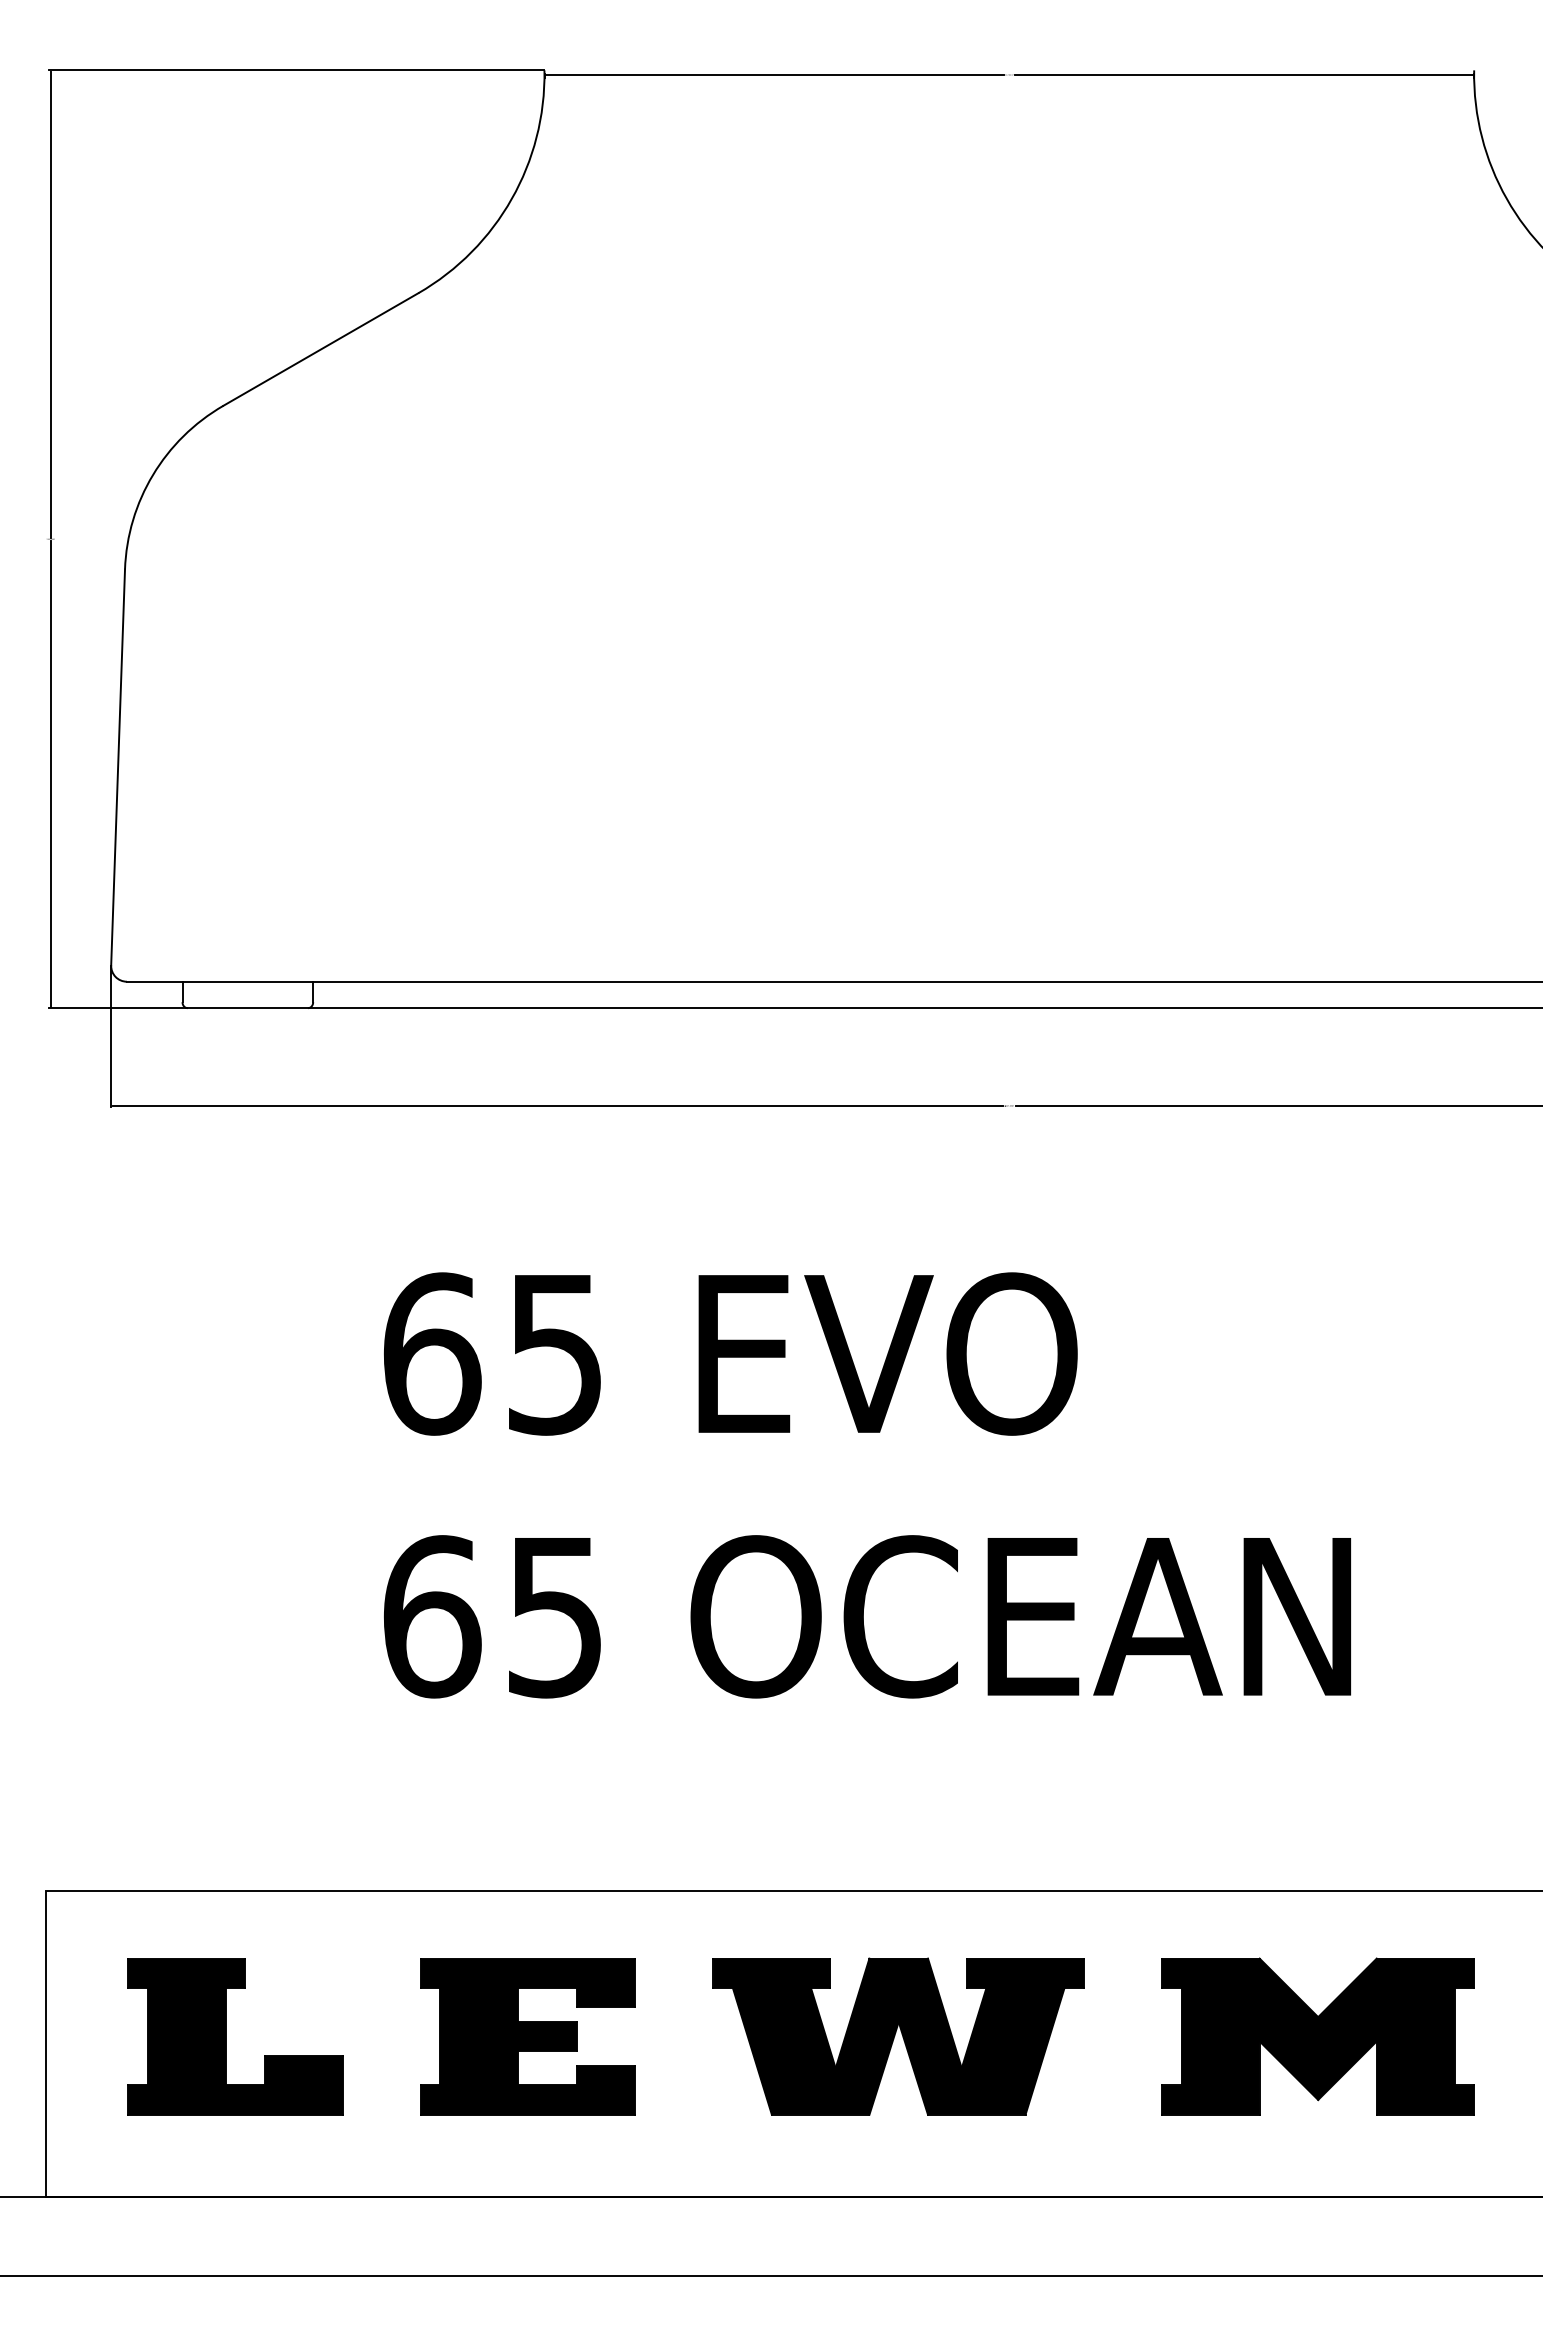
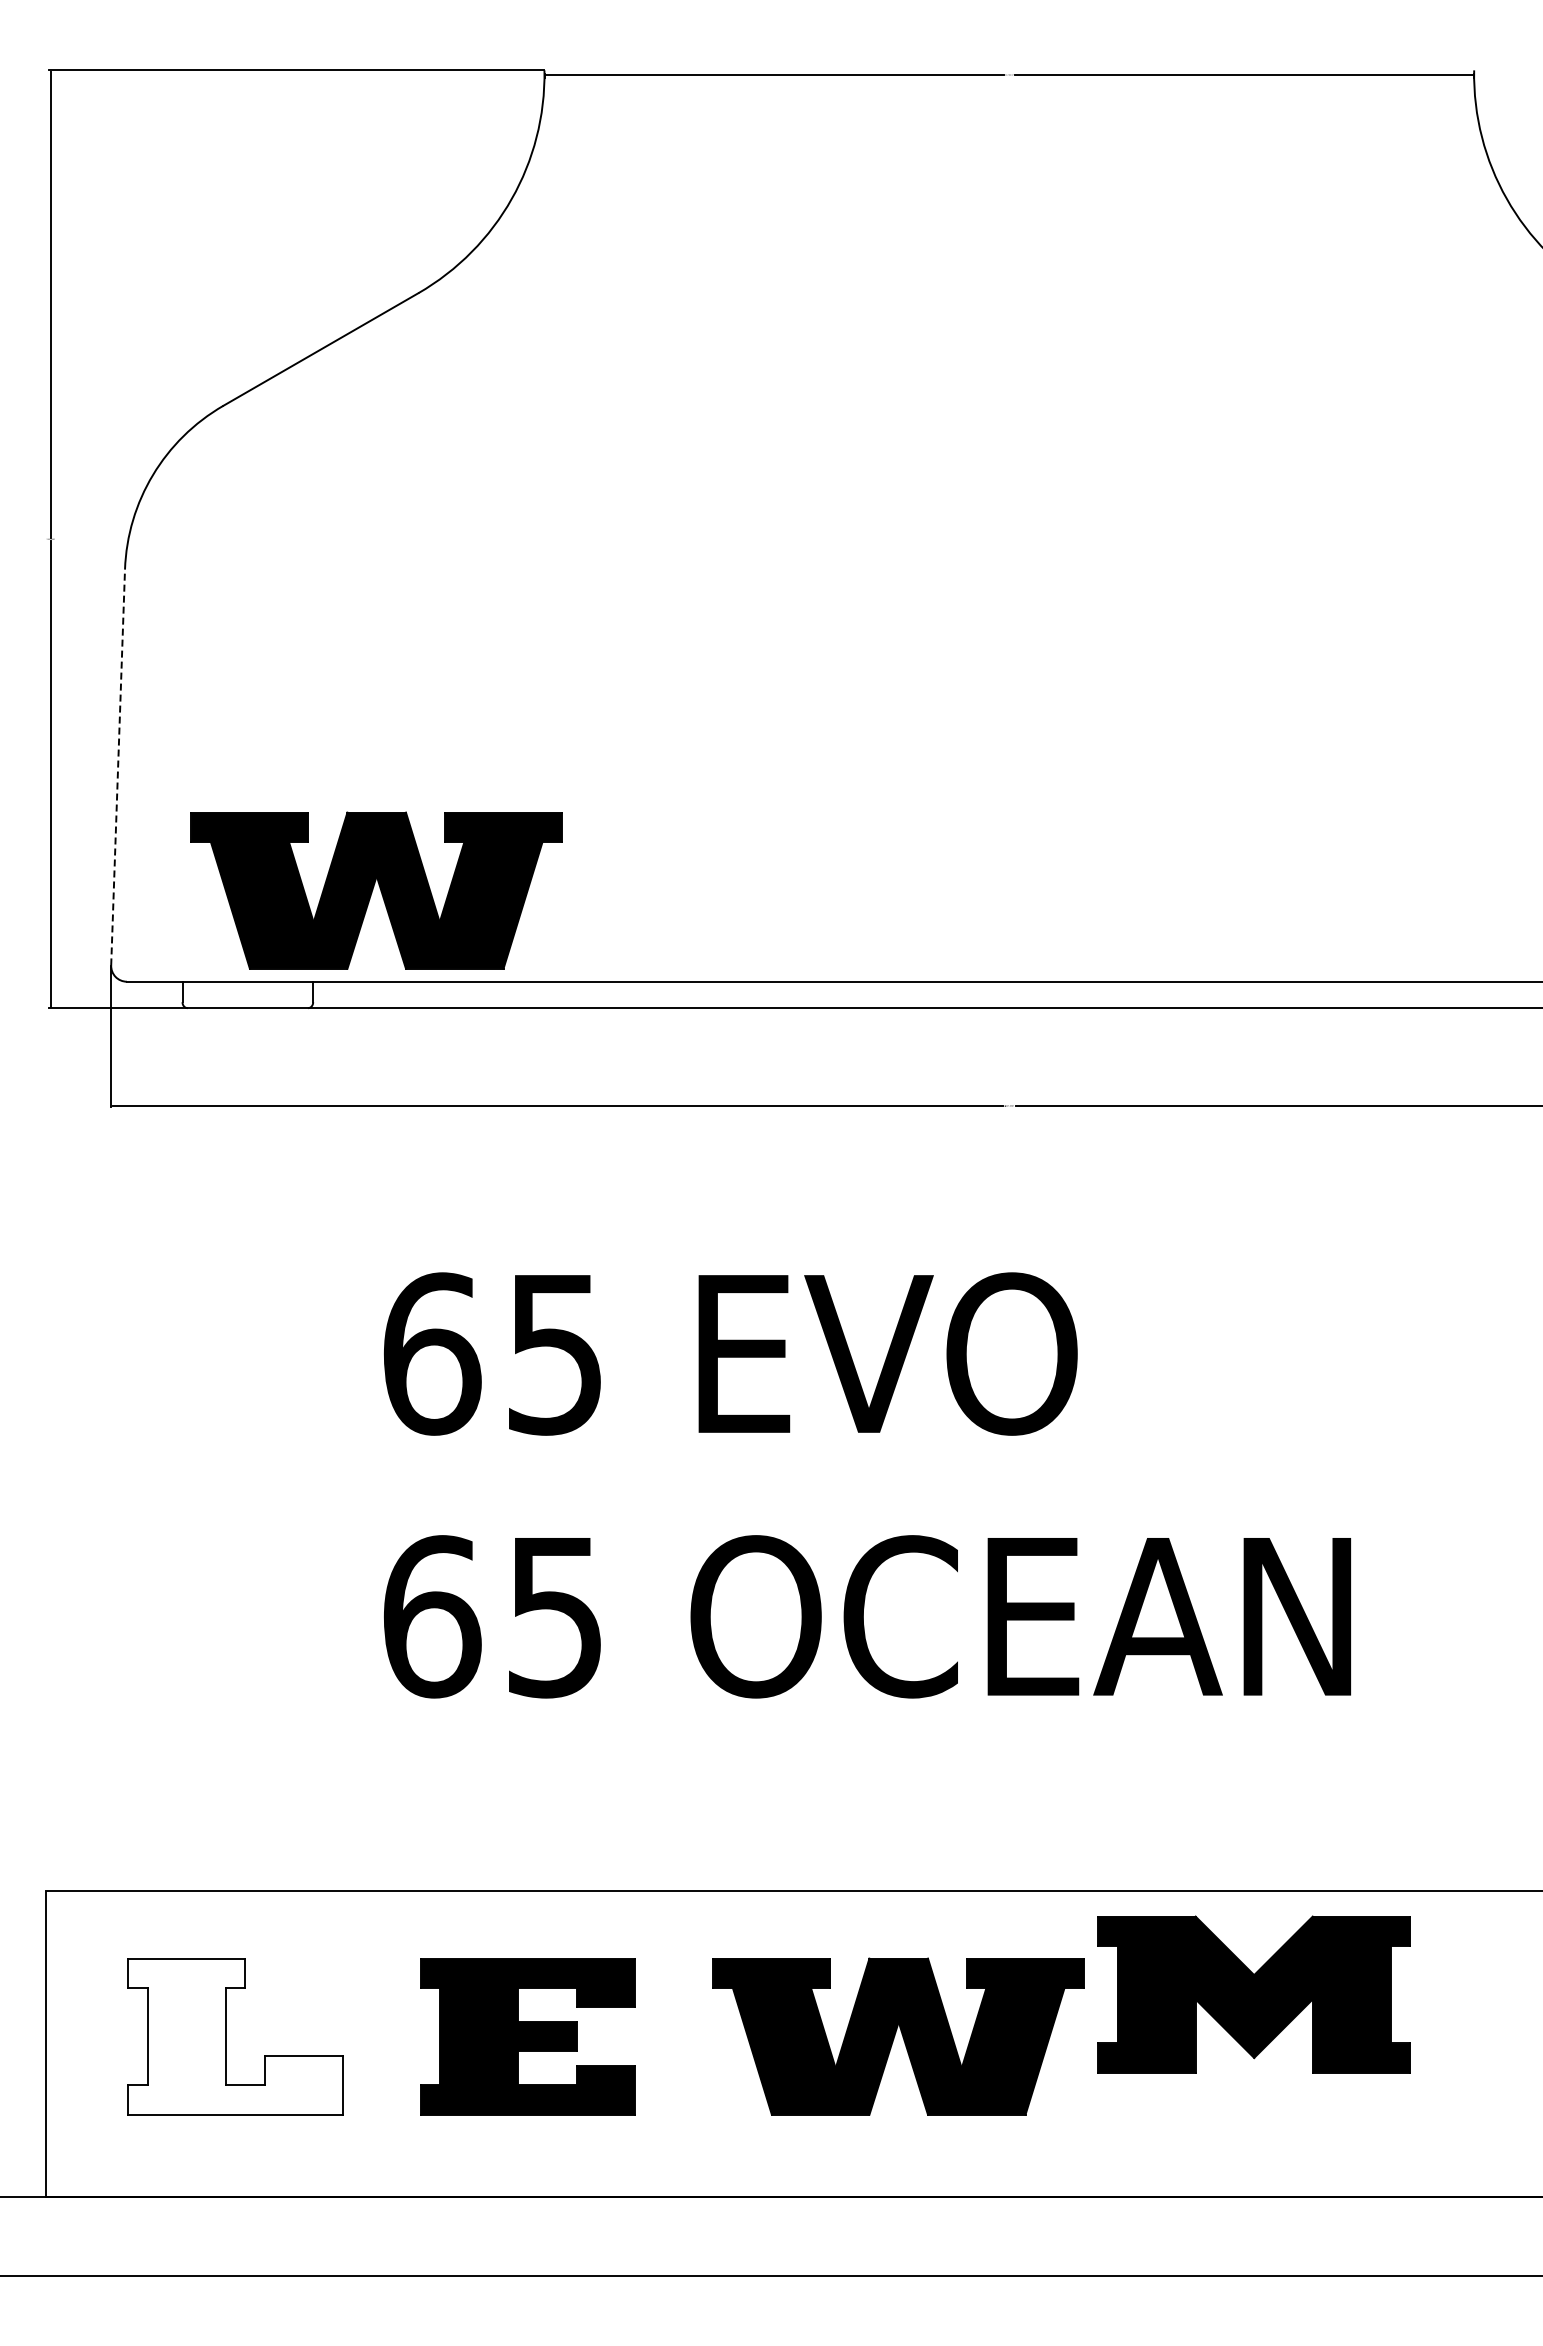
line at (118, 767): solid -> dashed
part at (376, 890): none -> present
fill at (235, 2036): present -> none
part at (1317, 2036) position: (1317, 2036) -> (1253, 1994)
